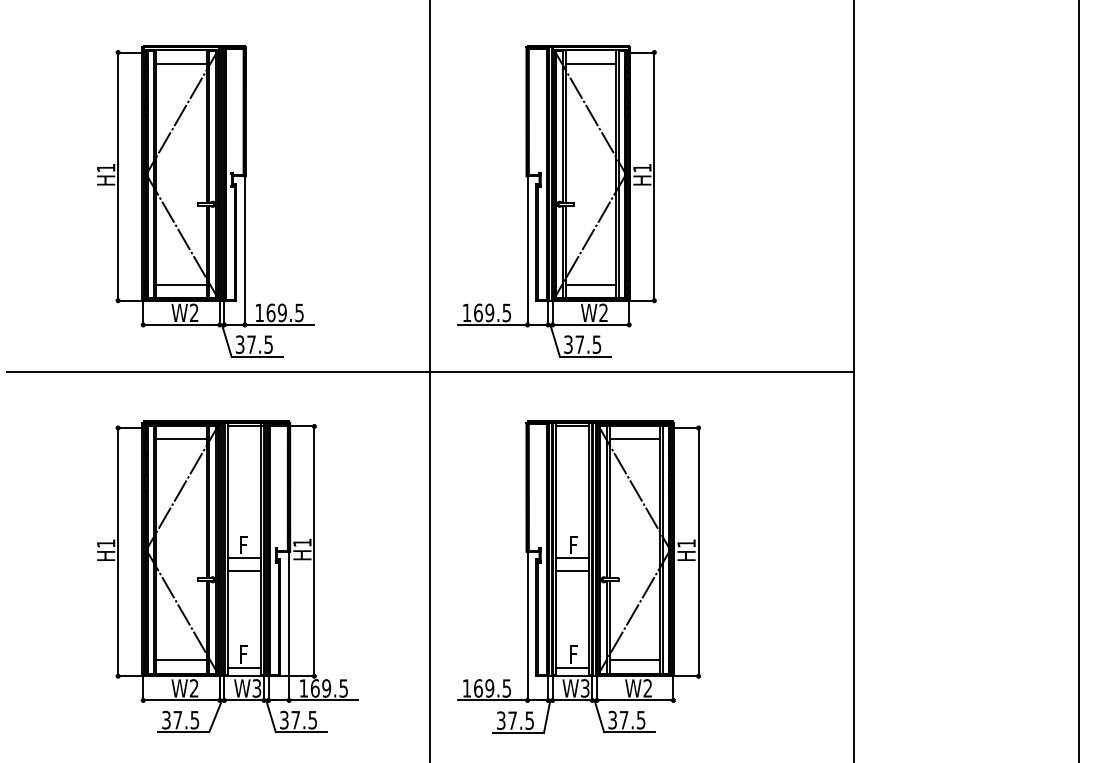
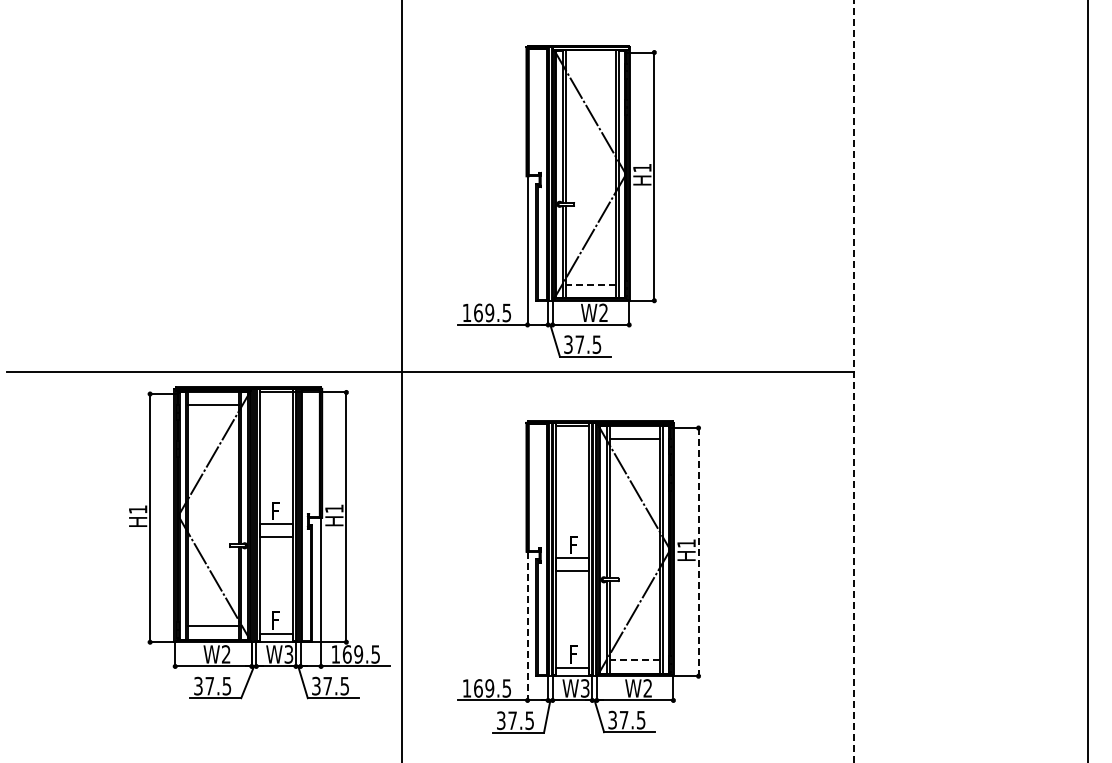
line at (590, 63): present -> none
part at (205, 201): present -> none
line at (590, 284): solid -> dashed
line at (430, 380) position: (430, 380) -> (402, 380)
line at (1078, 380) position: (1078, 380) -> (1087, 380)
line at (854, 381): solid -> dashed
line at (698, 552): solid -> dashed
part at (227, 576) position: (227, 576) -> (259, 542)
line at (527, 626): solid -> dashed
line at (634, 660): solid -> dashed
